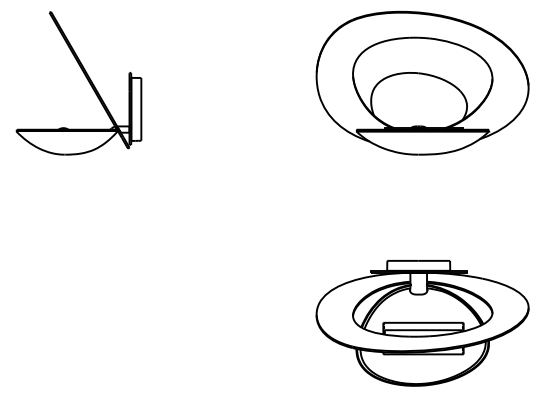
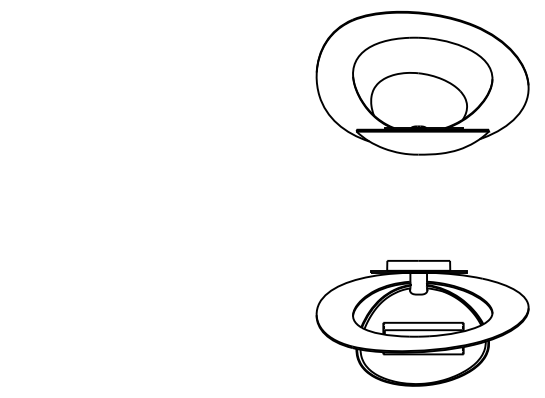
part at (85, 77): present -> none
